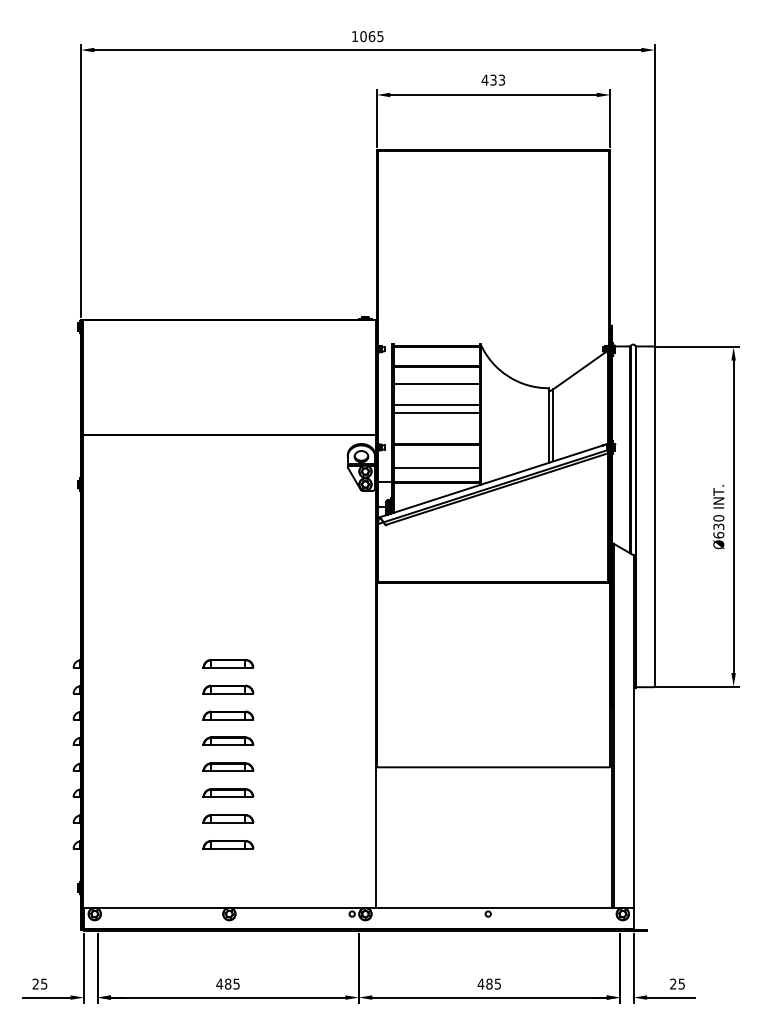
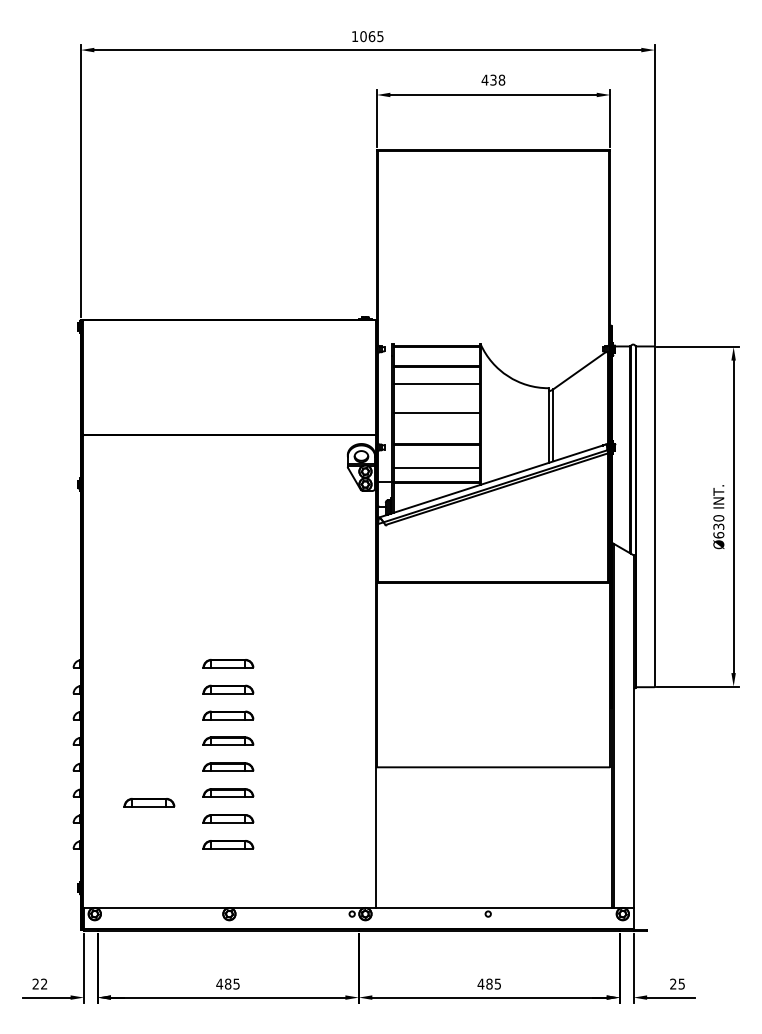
text at (501, 79): 433 -> 438
line at (436, 404): present -> none
part at (149, 802): none -> present
text at (44, 983): 25 -> 22
